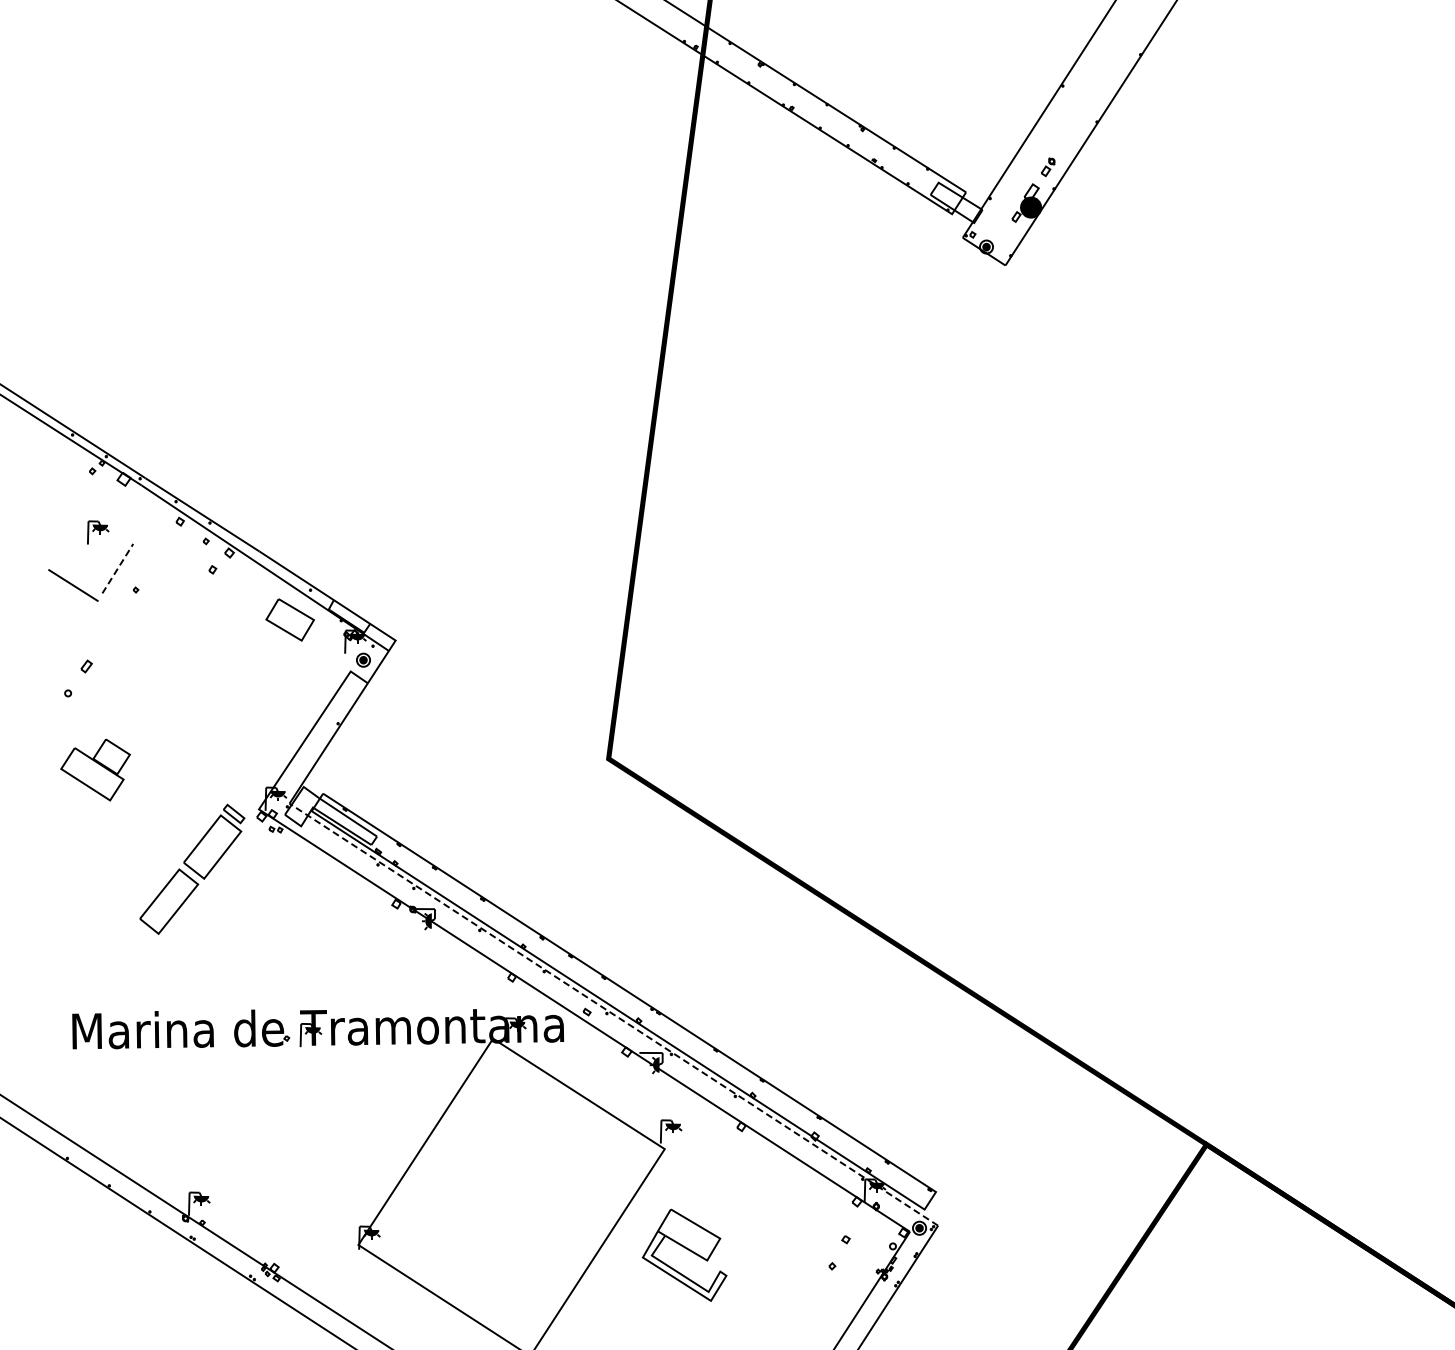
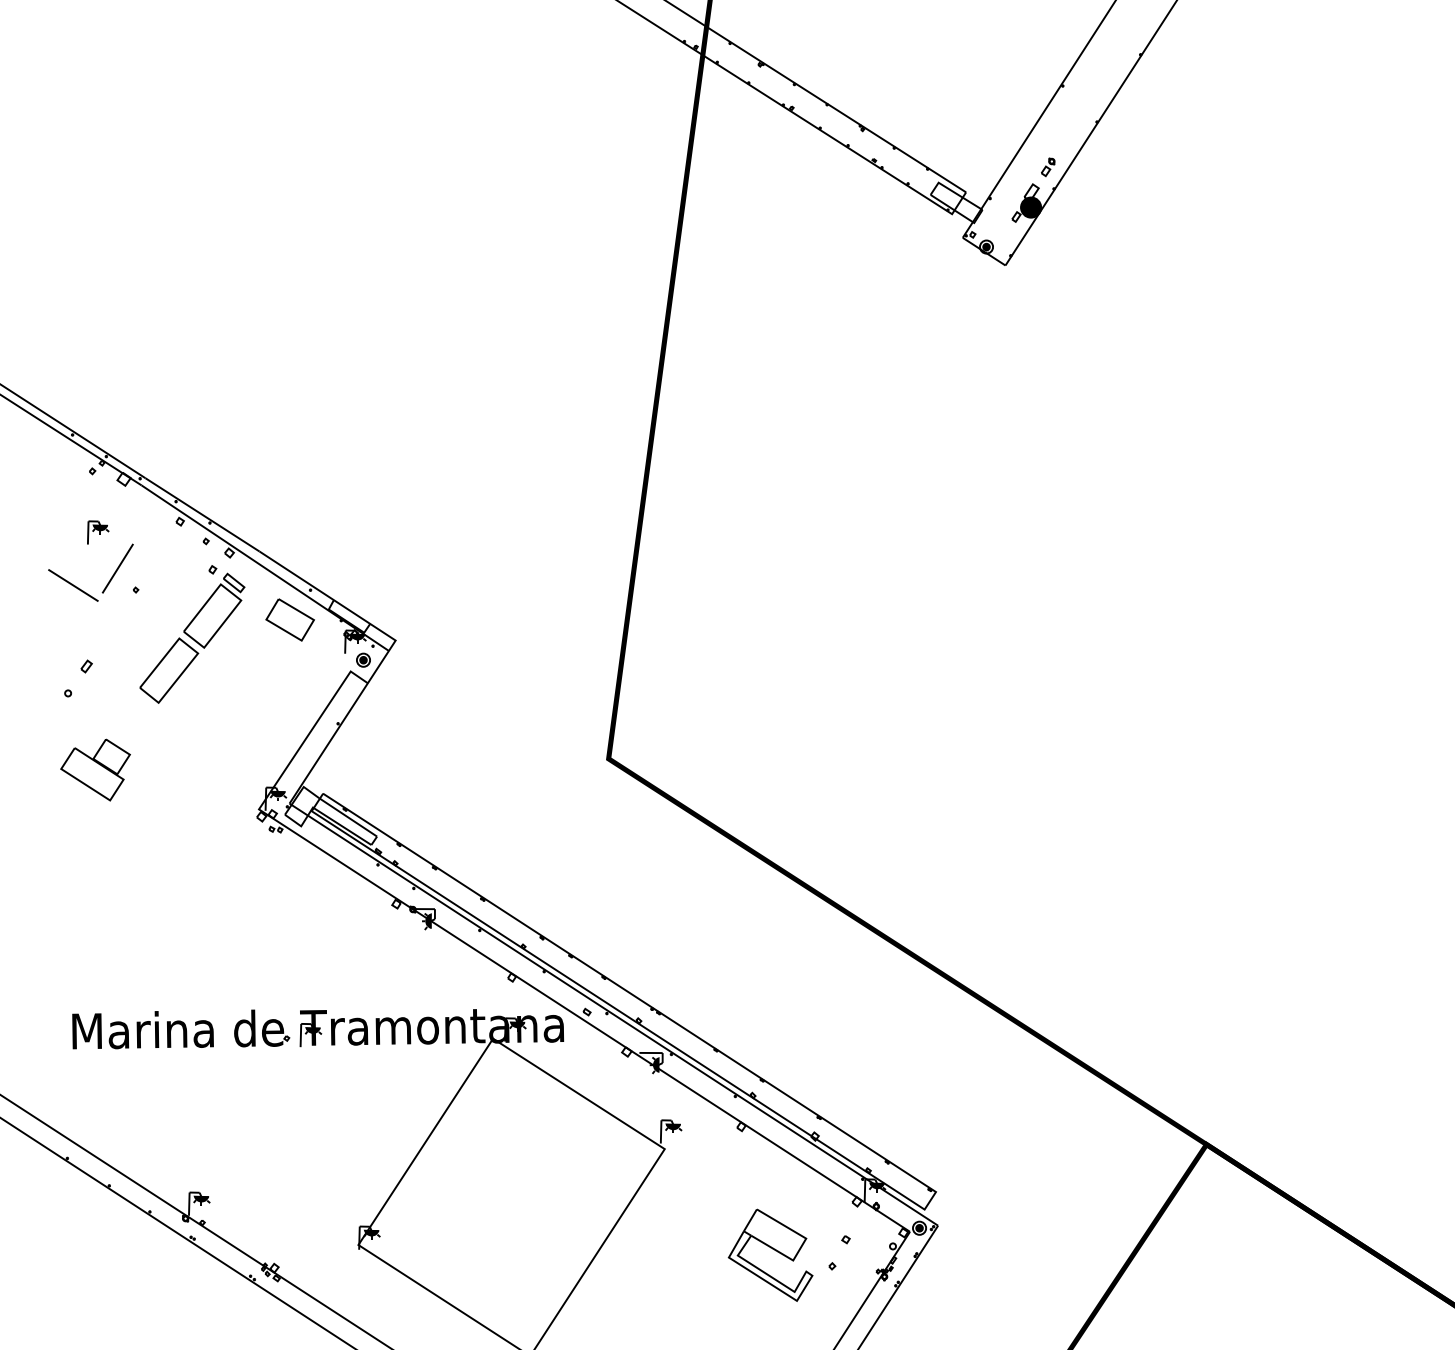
line at (118, 568): dashed -> solid
part at (192, 868) position: (192, 868) -> (192, 637)
line at (613, 1014): dashed -> solid
part at (684, 1254) position: (684, 1254) -> (770, 1254)
